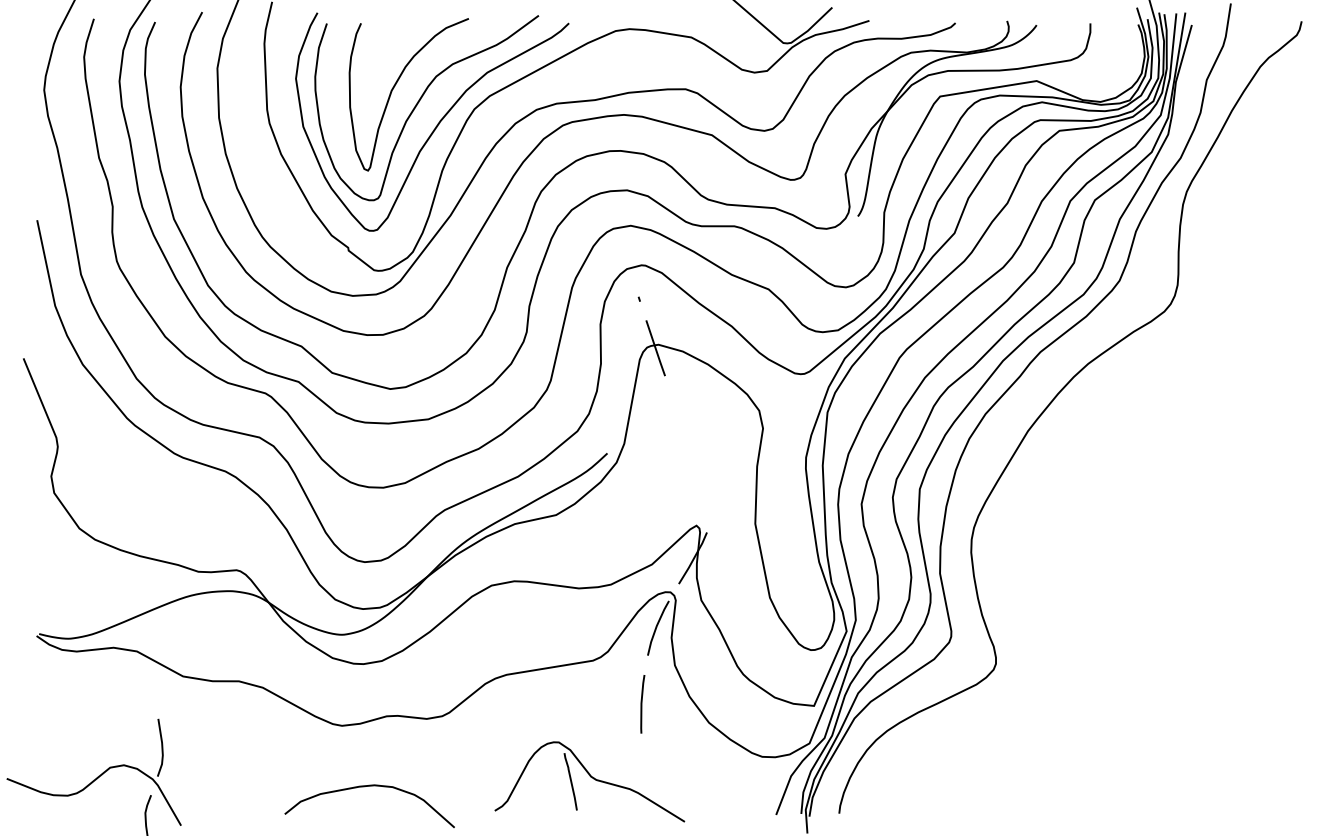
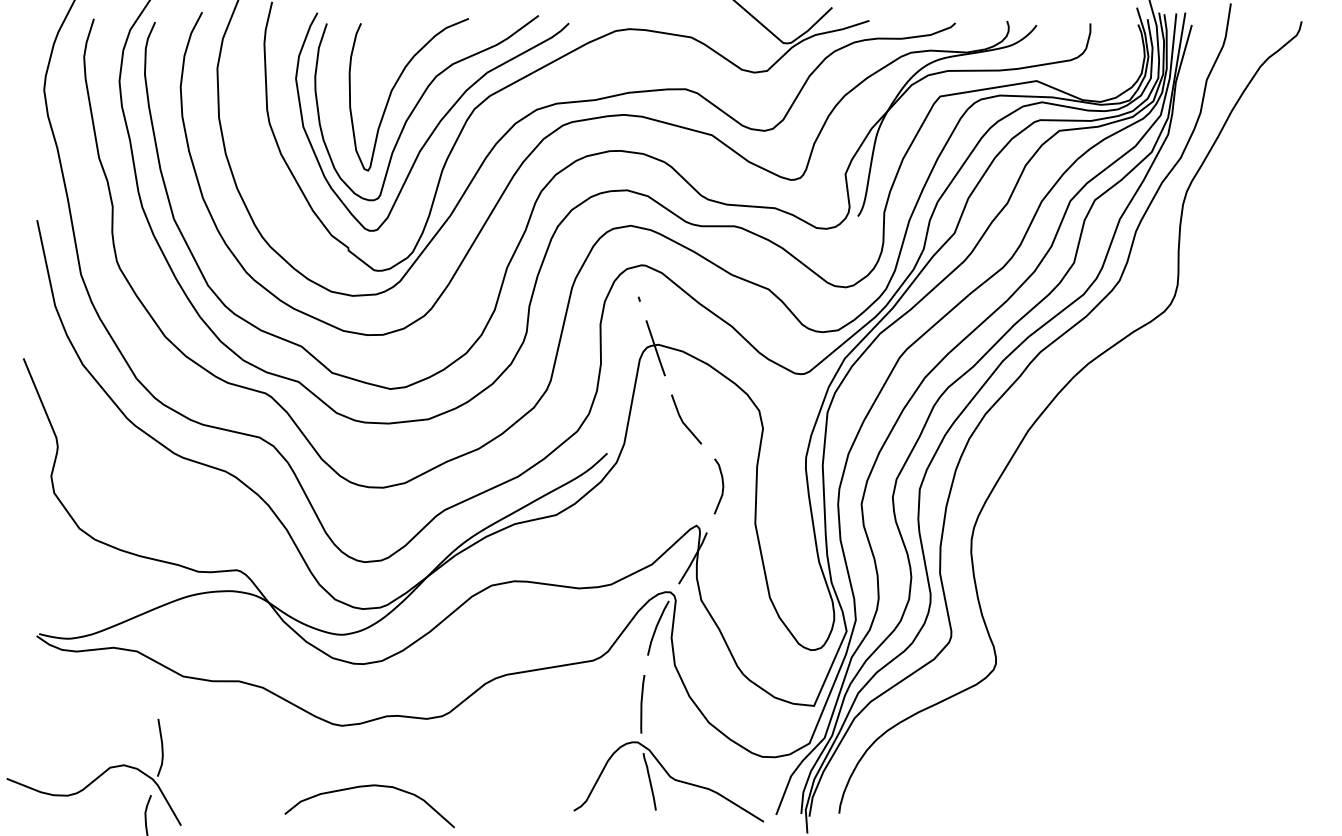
line at (683, 421): none -> present
curve at (722, 486): none -> present
part at (589, 781) position: (589, 781) -> (668, 781)
